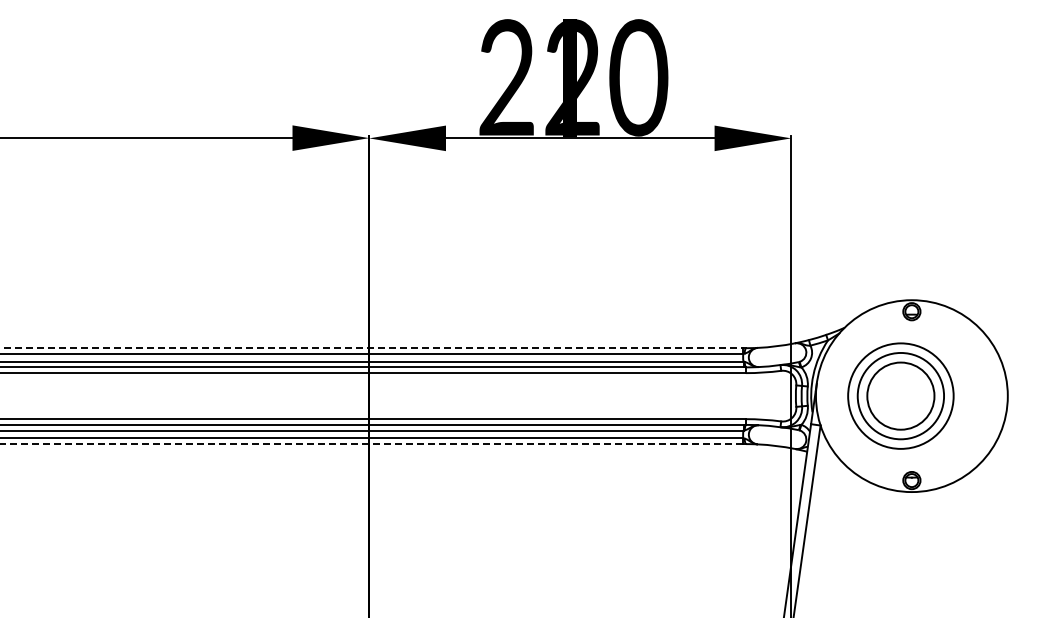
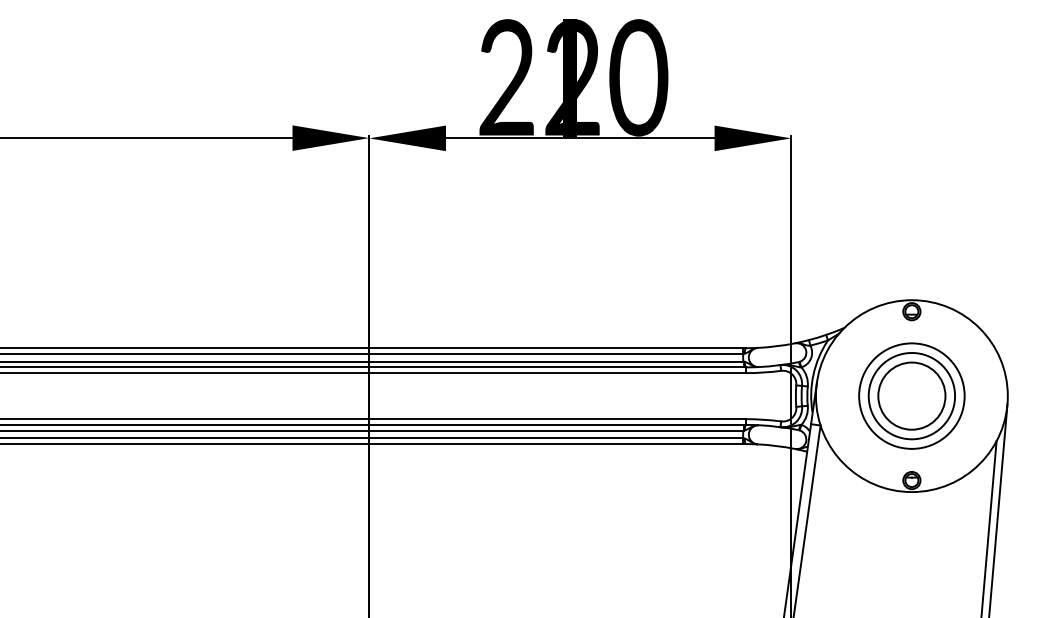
line at (372, 348): dashed -> solid
part at (900, 395) position: (900, 395) -> (911, 395)
line at (371, 444): dashed -> solid
line at (998, 509): none -> present
line at (988, 527): none -> present
